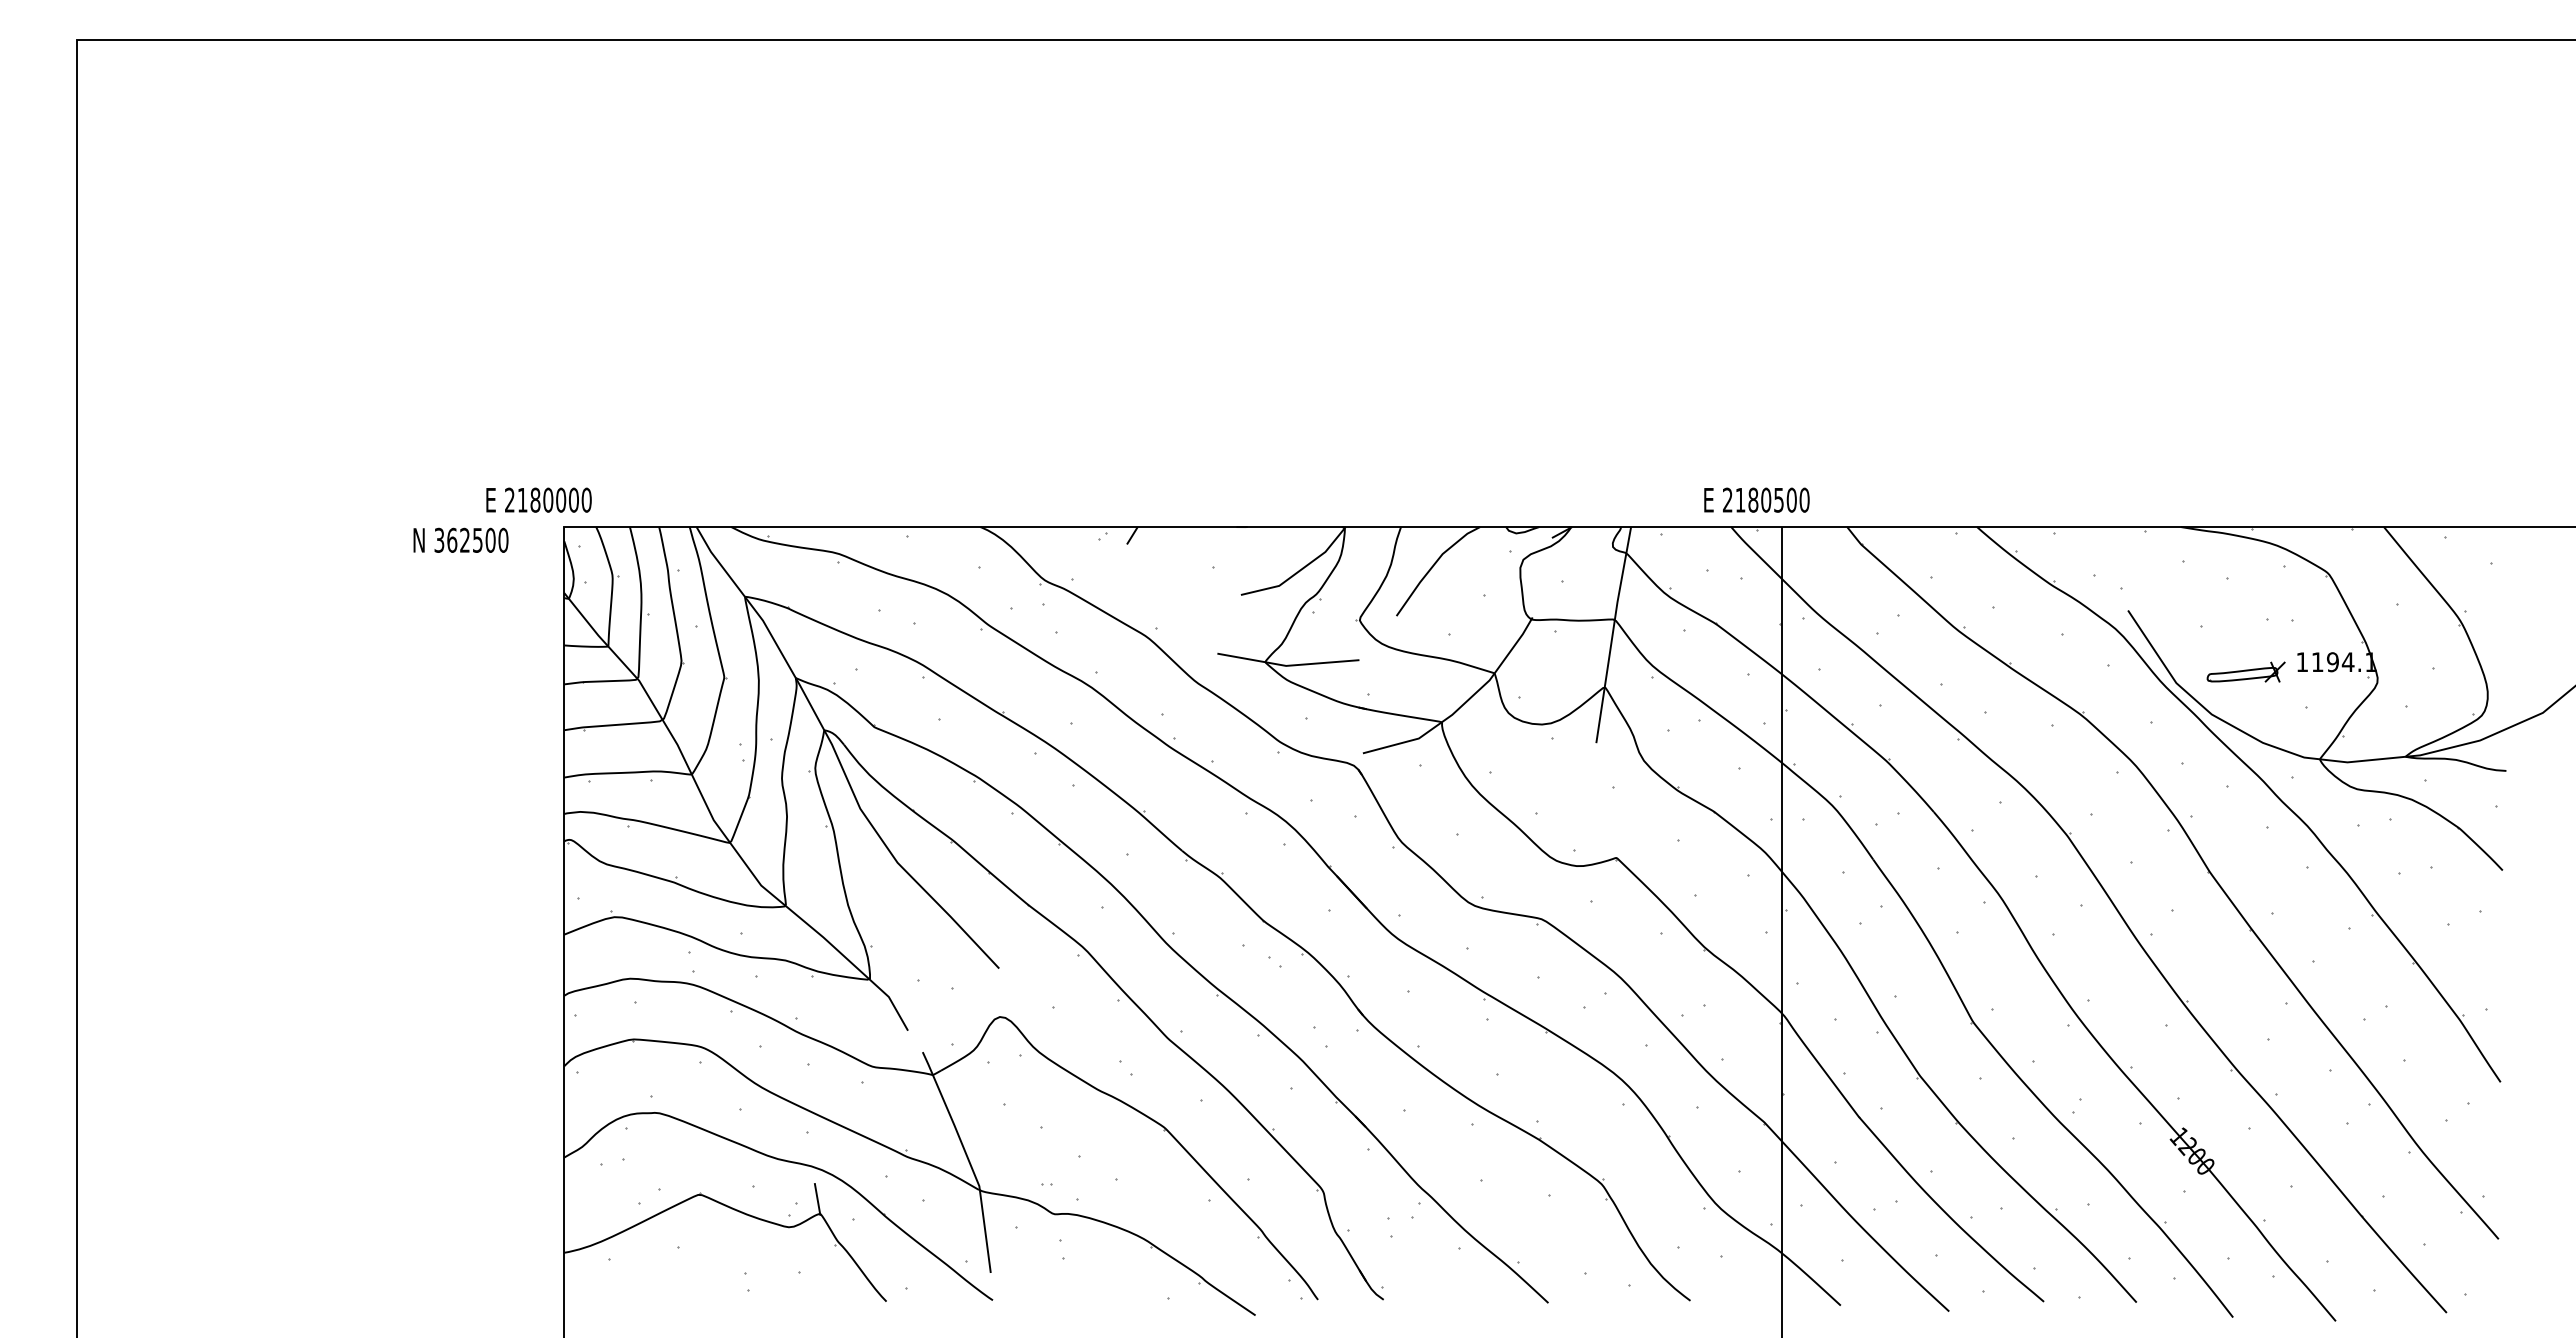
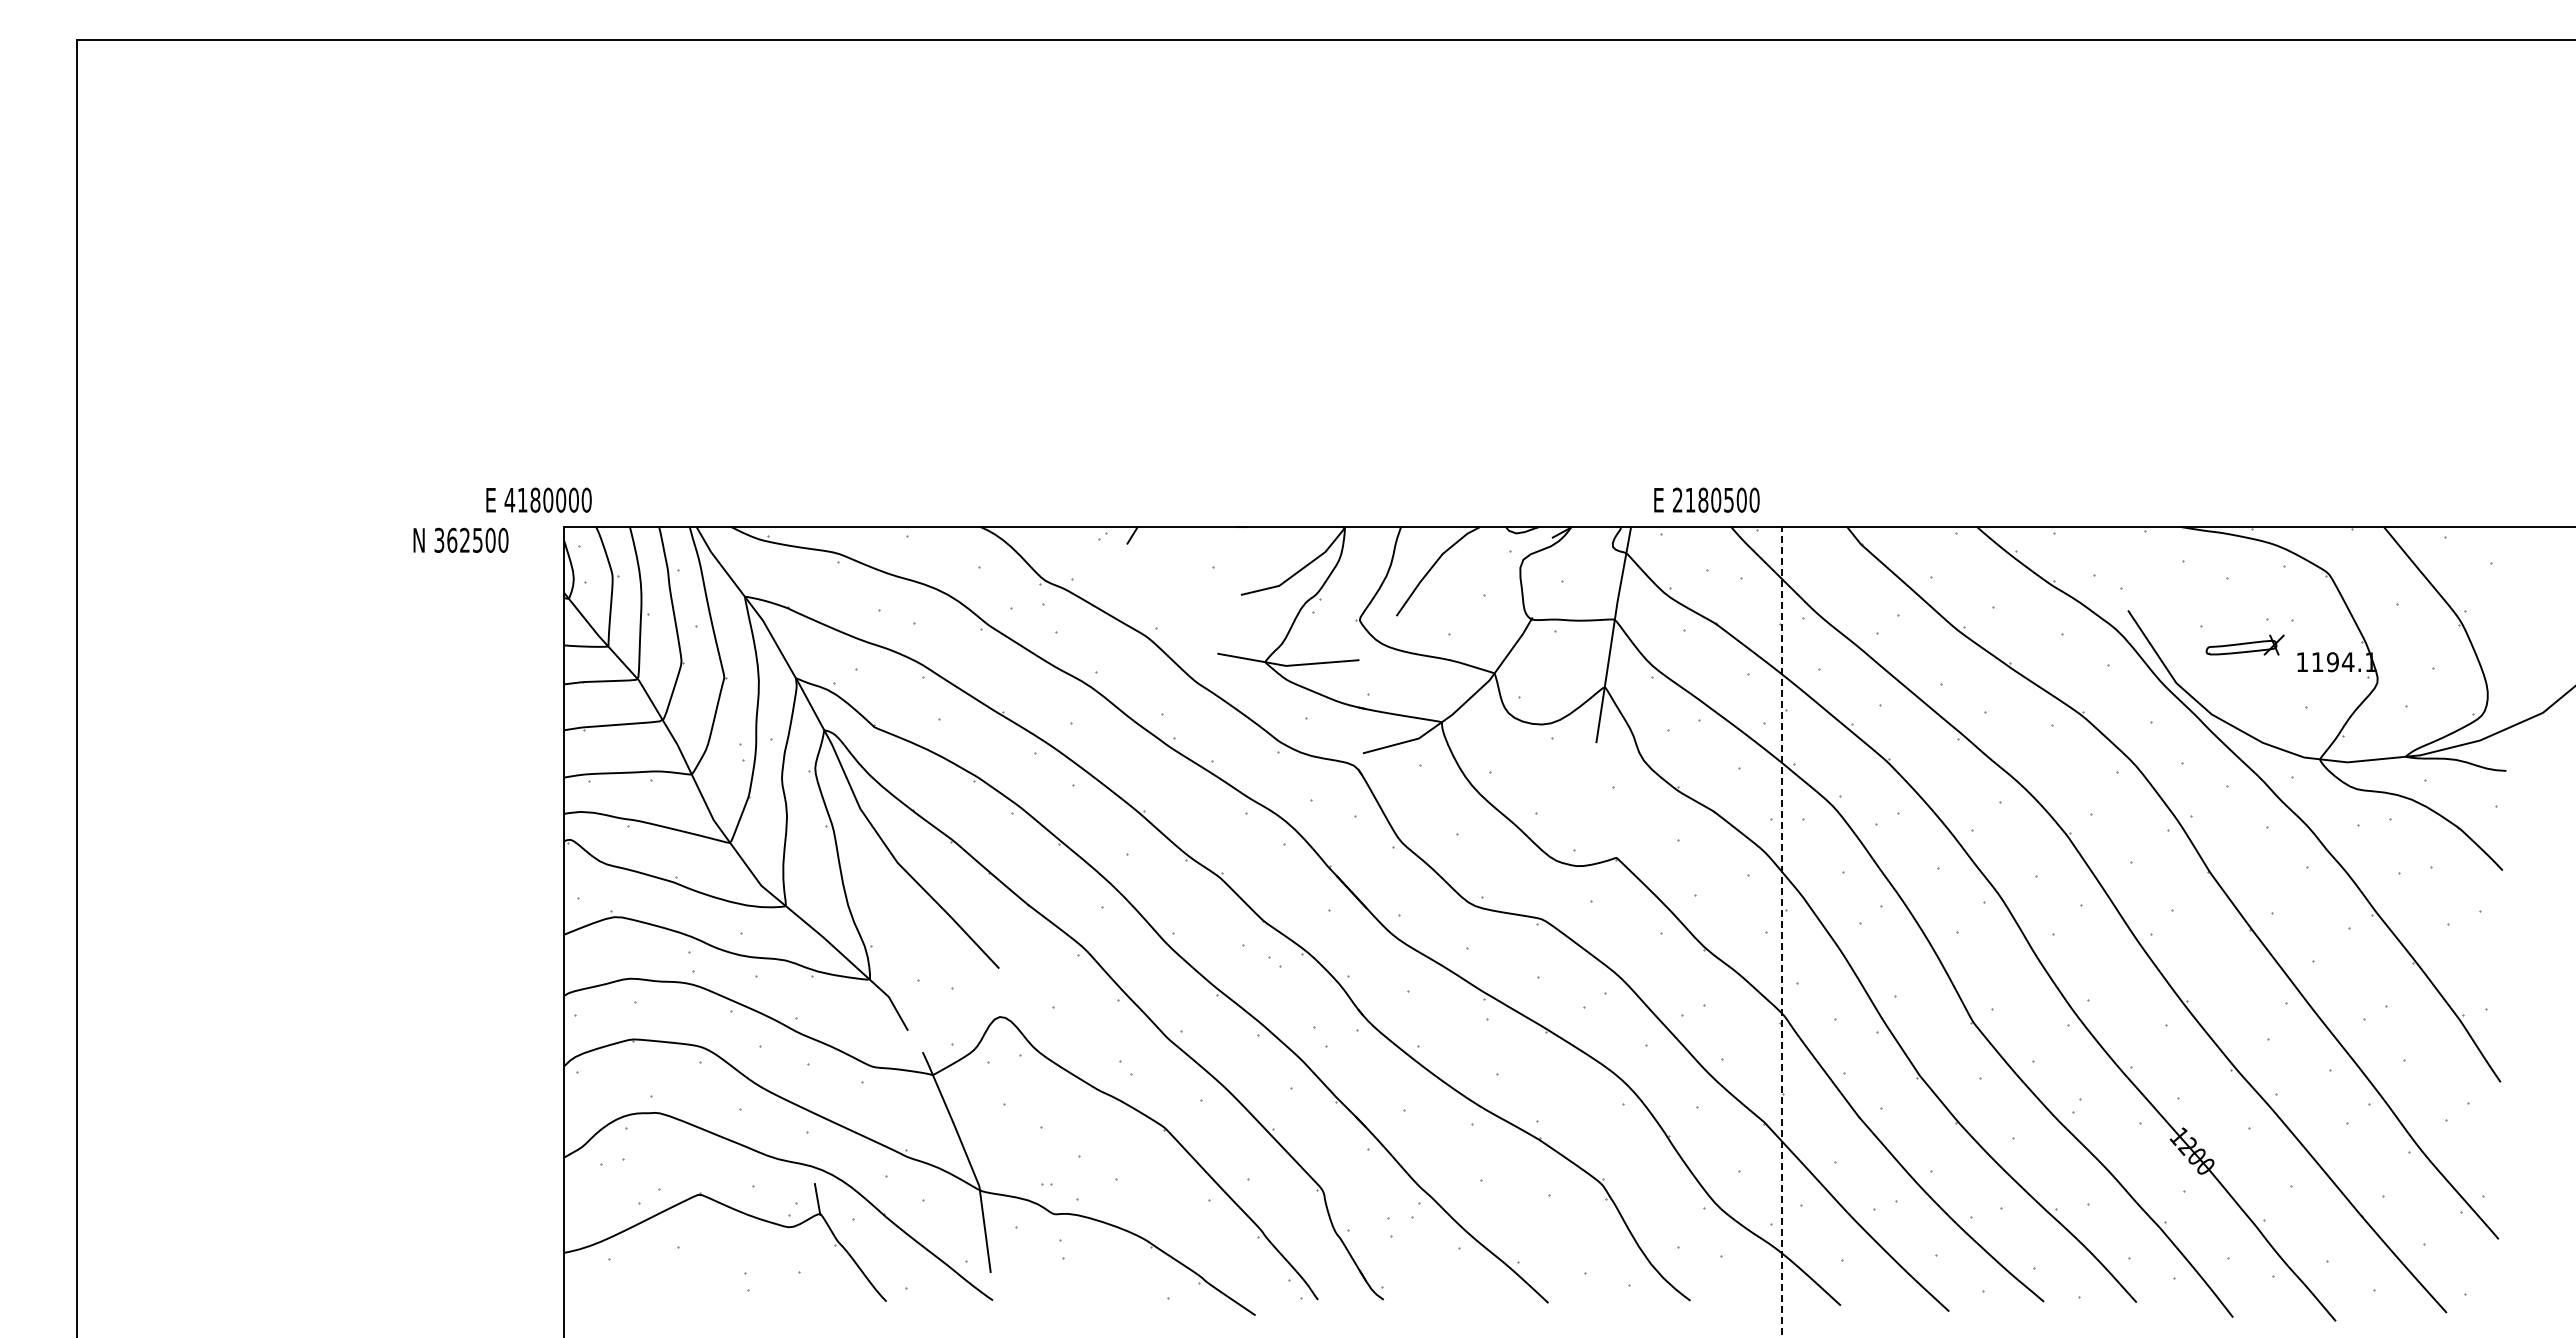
text at (509, 499): 2180000 -> 4180000
text at (1756, 499) position: (1756, 499) -> (1706, 499)
part at (2245, 671) position: (2245, 671) -> (2244, 644)
line at (1781, 931): solid -> dashed
